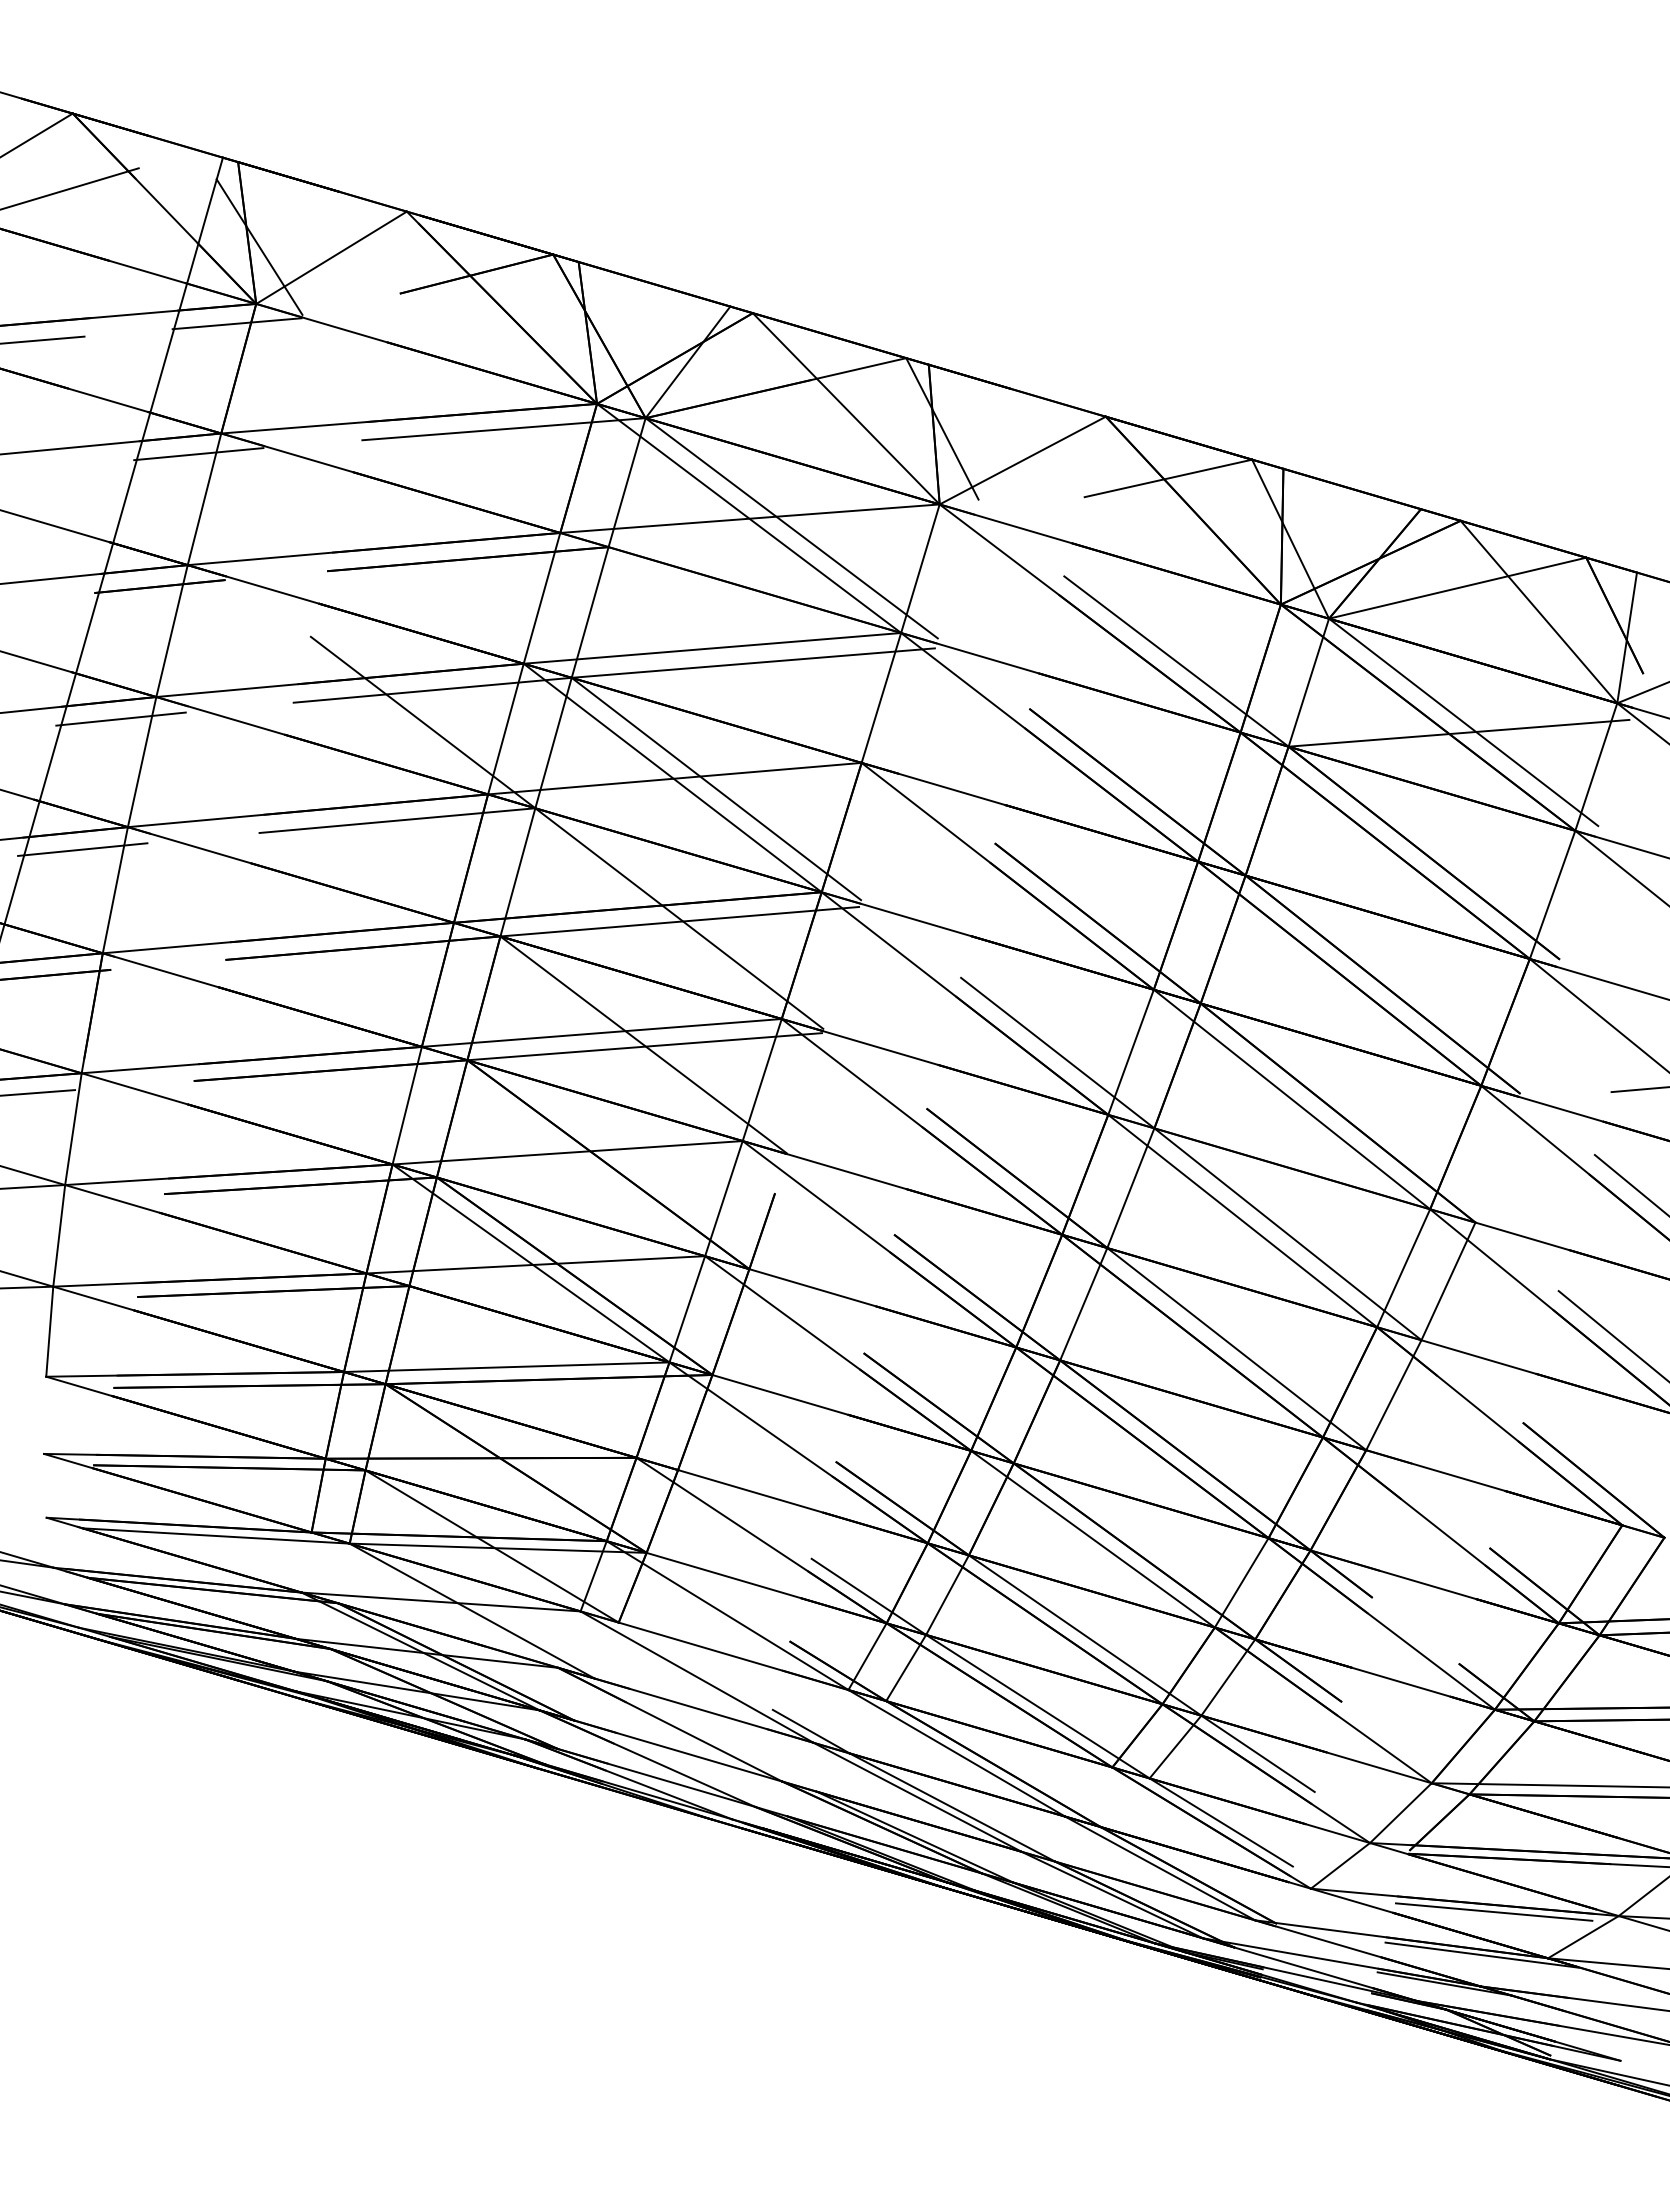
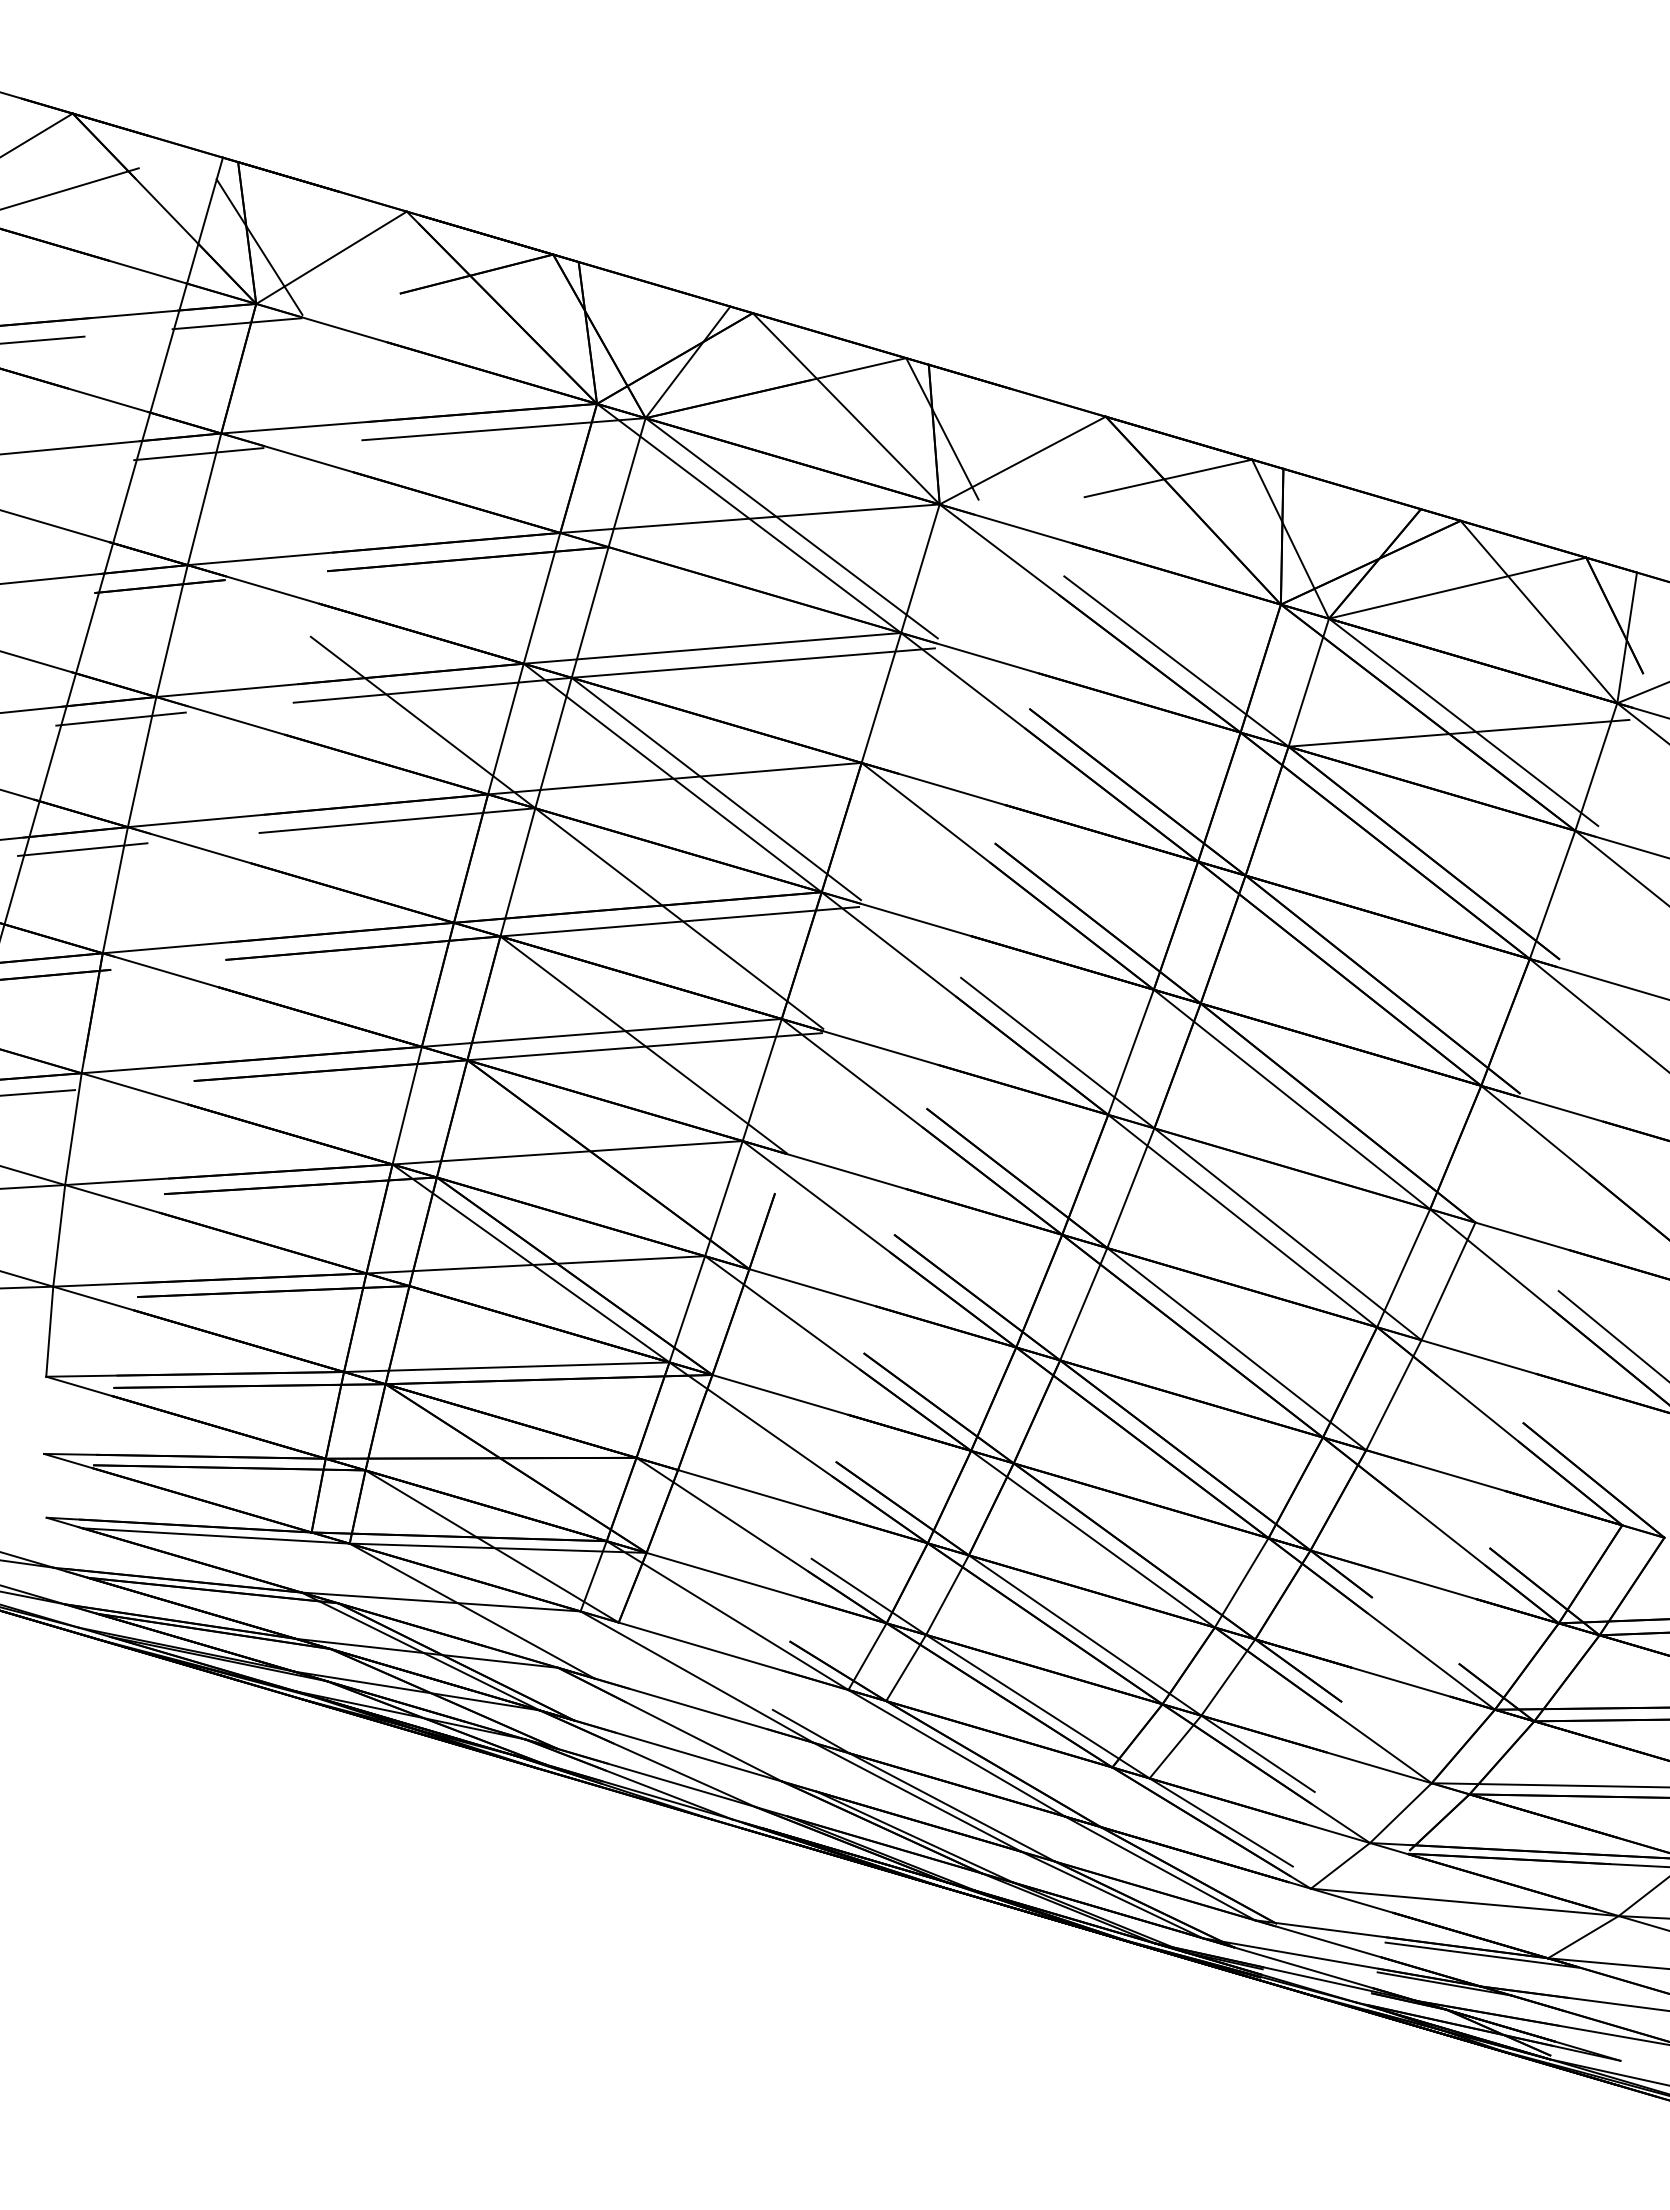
line at (1638, 1089): present -> none
line at (1630, 1184): present -> none
line at (1495, 1904): present -> none
line at (1493, 1911): present -> none
